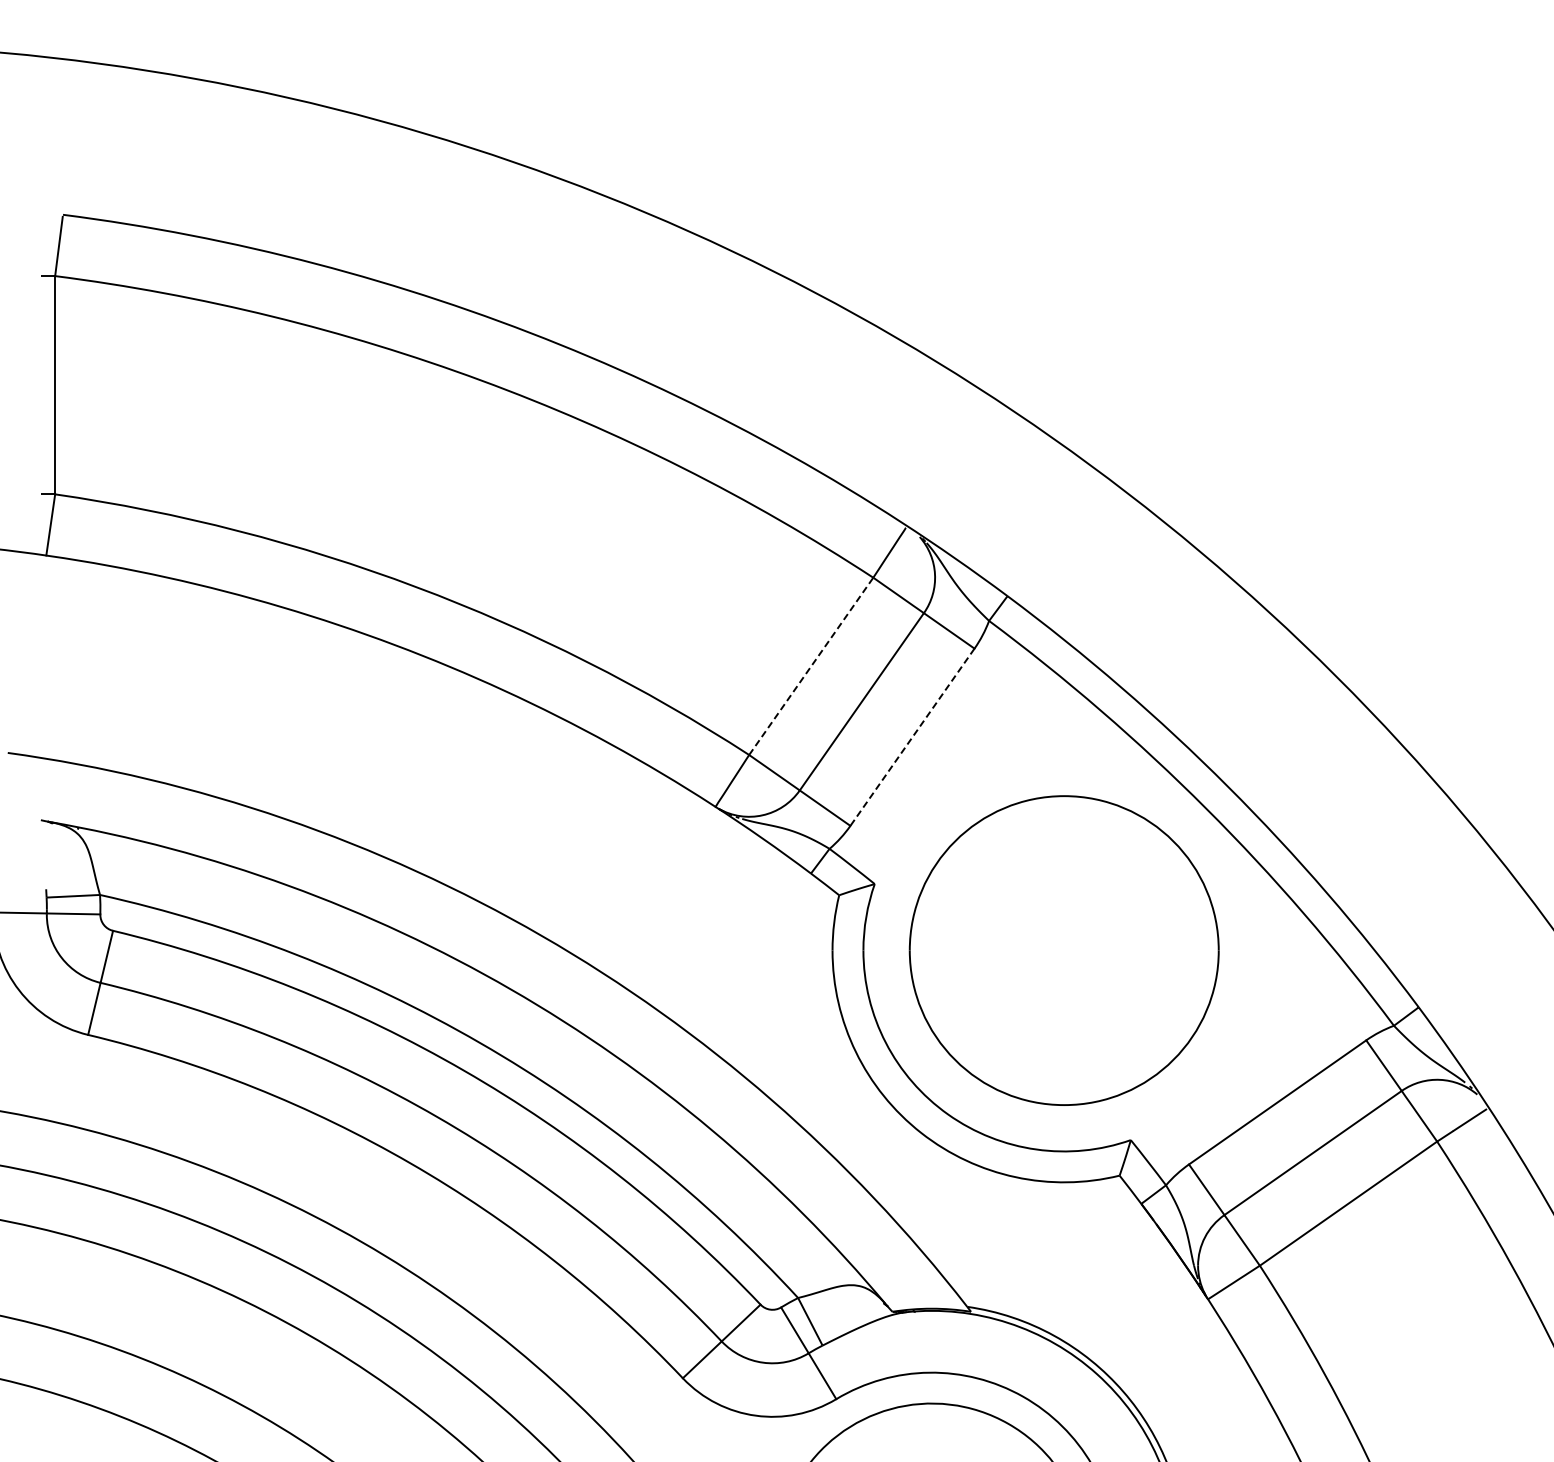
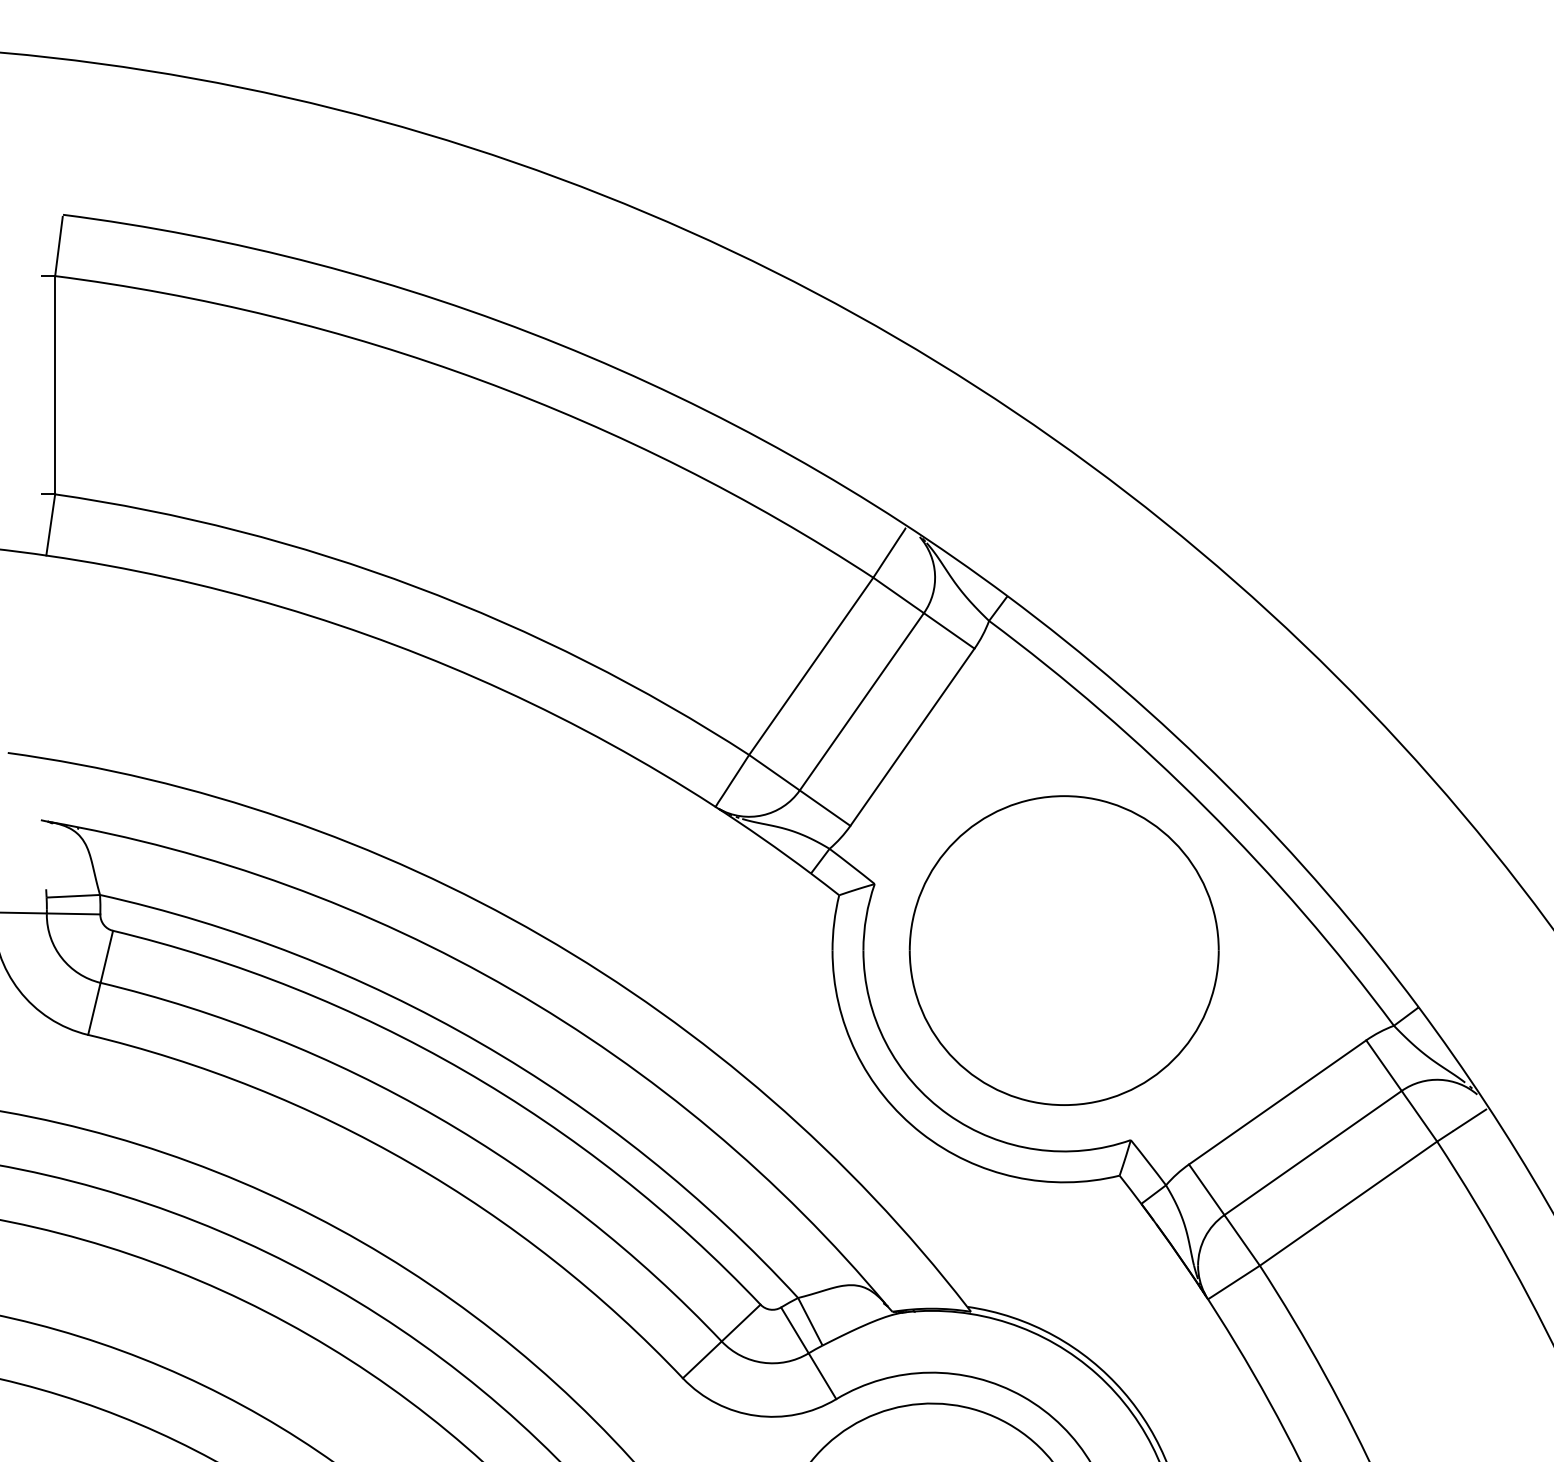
line at (811, 665): dashed -> solid
line at (912, 737): dashed -> solid
